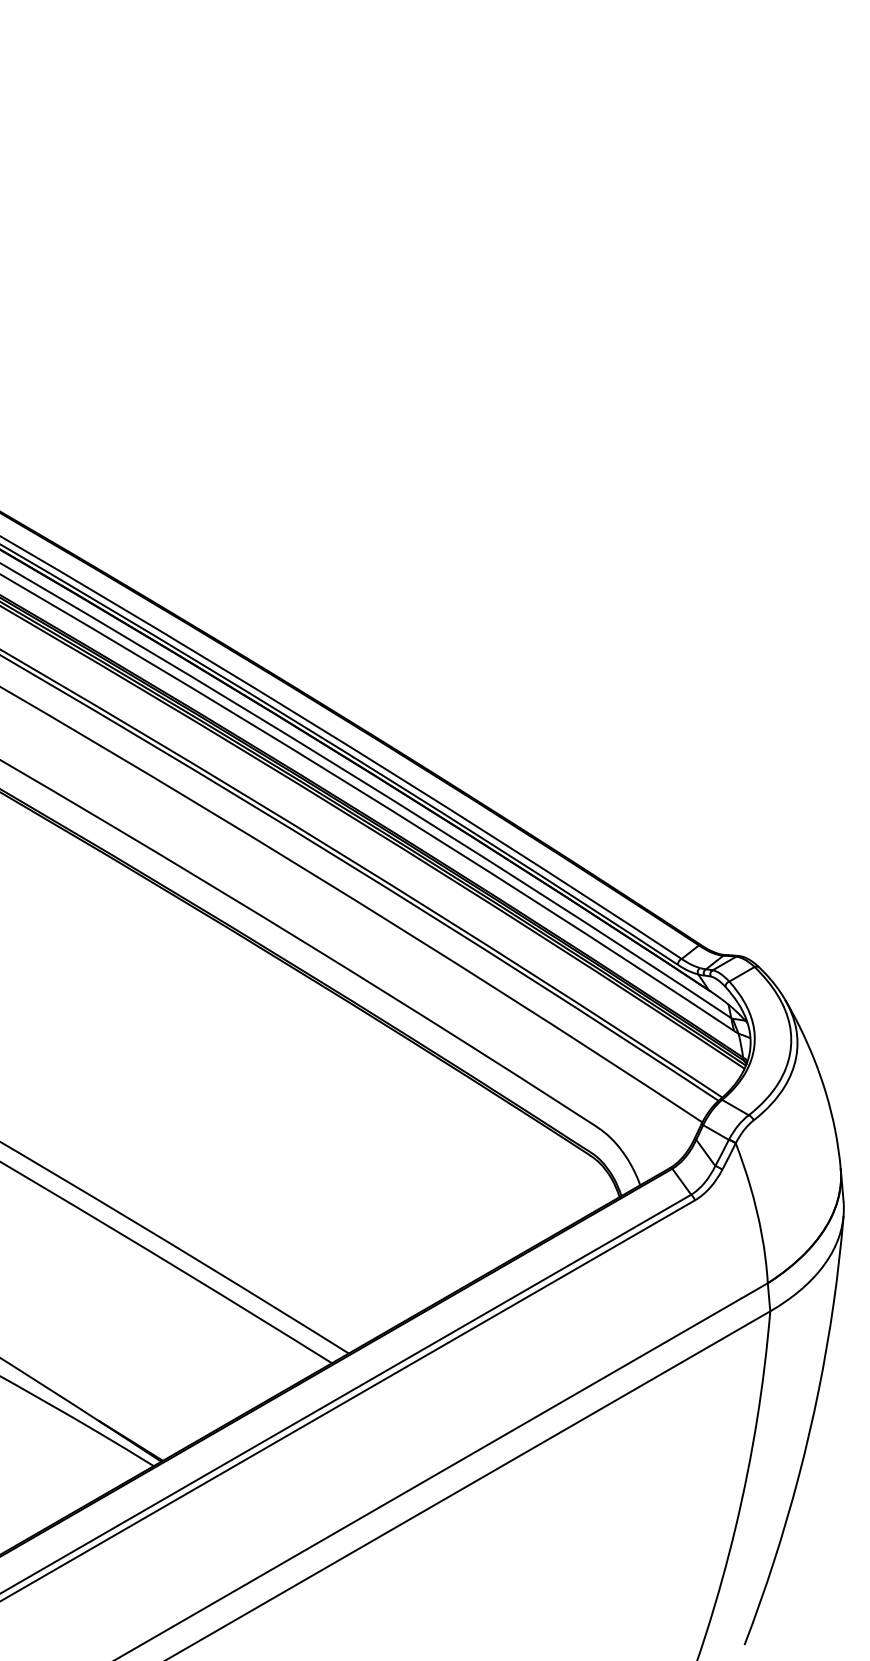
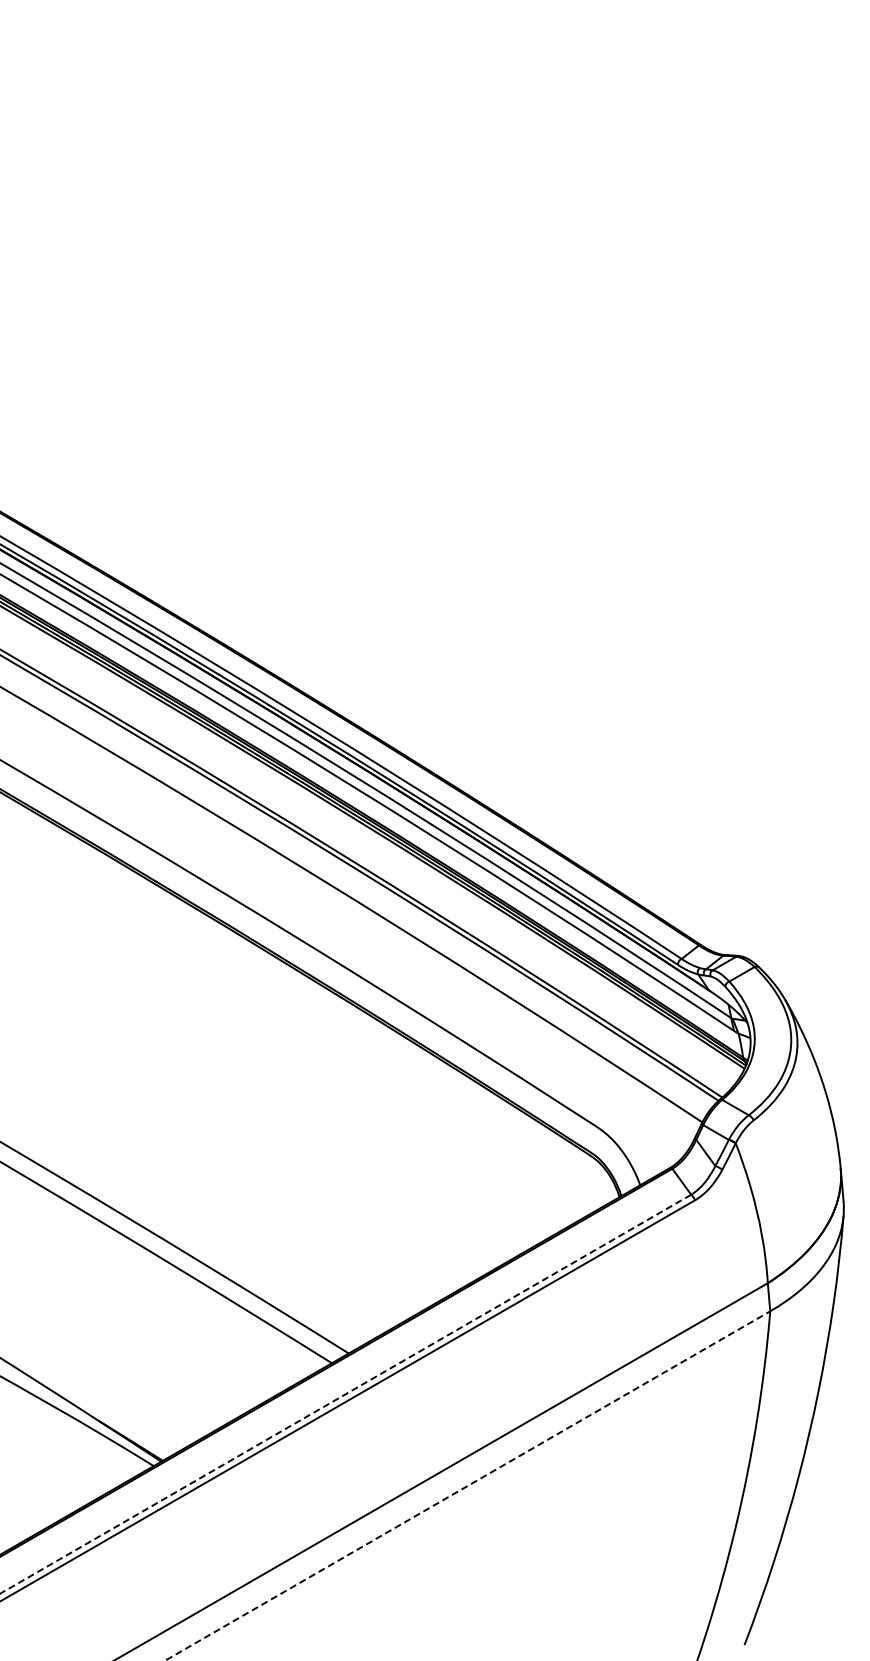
line at (345, 1394): solid -> dashed
line at (468, 1485): solid -> dashed
